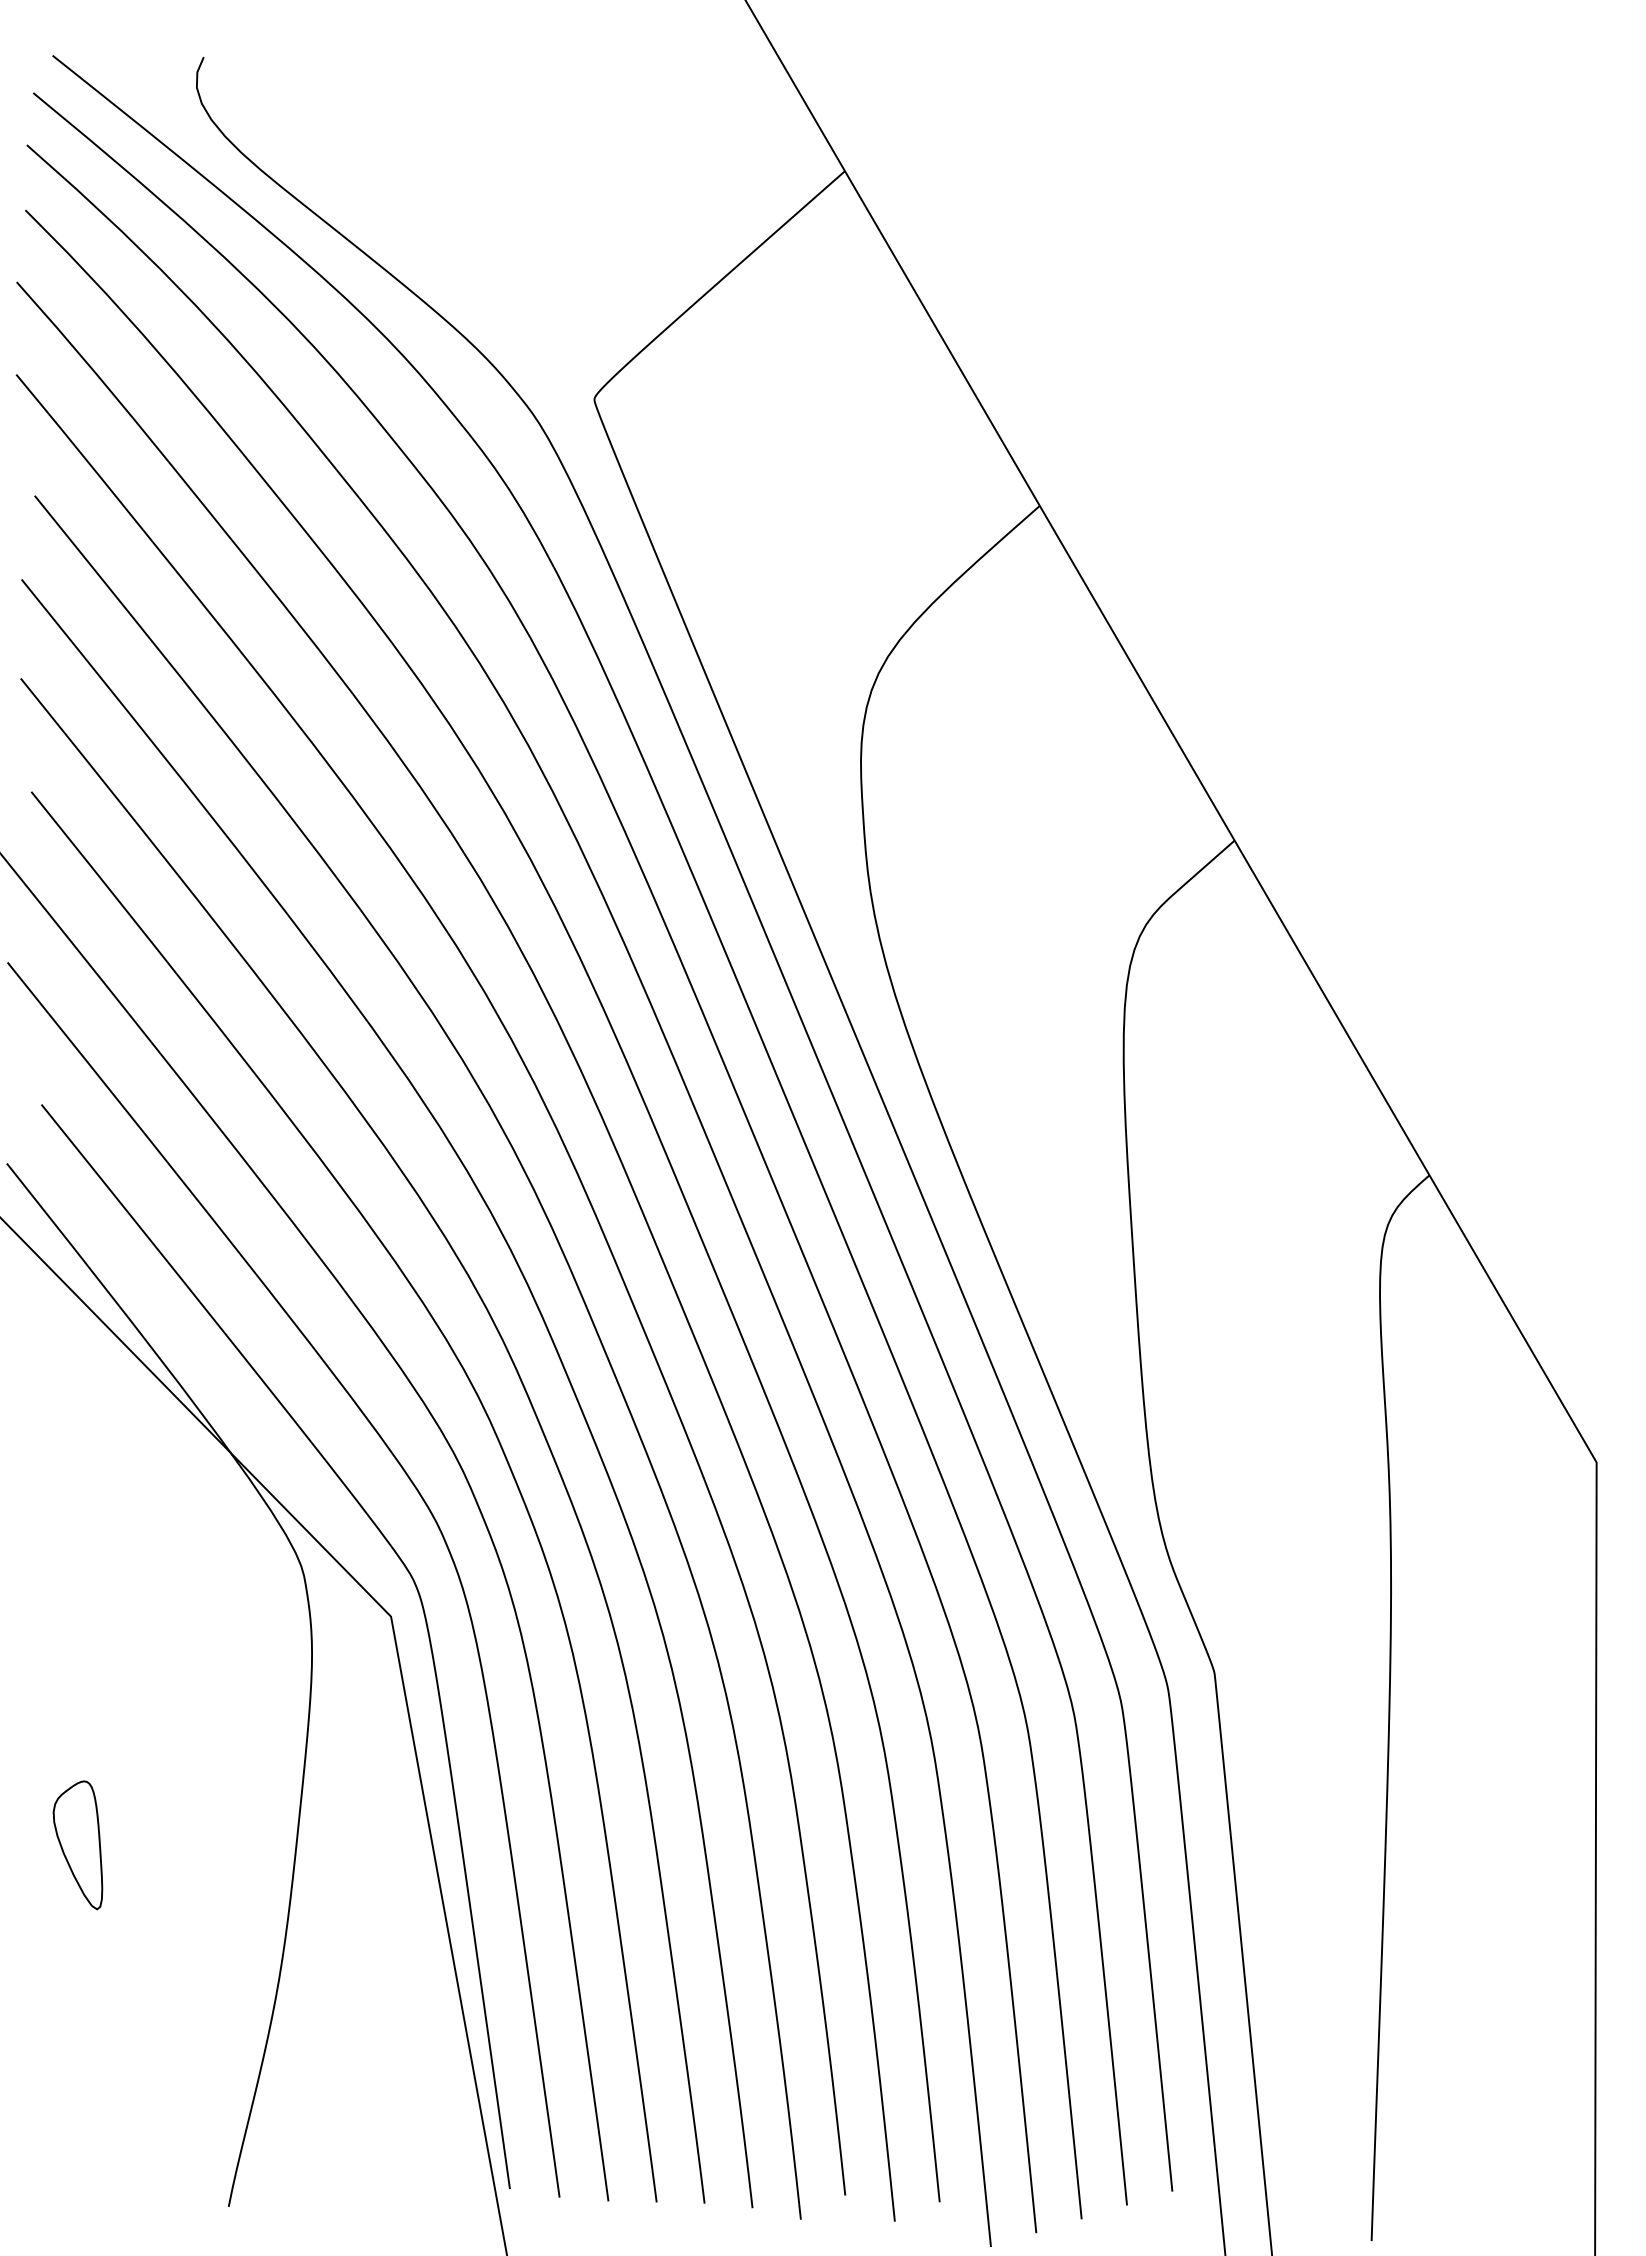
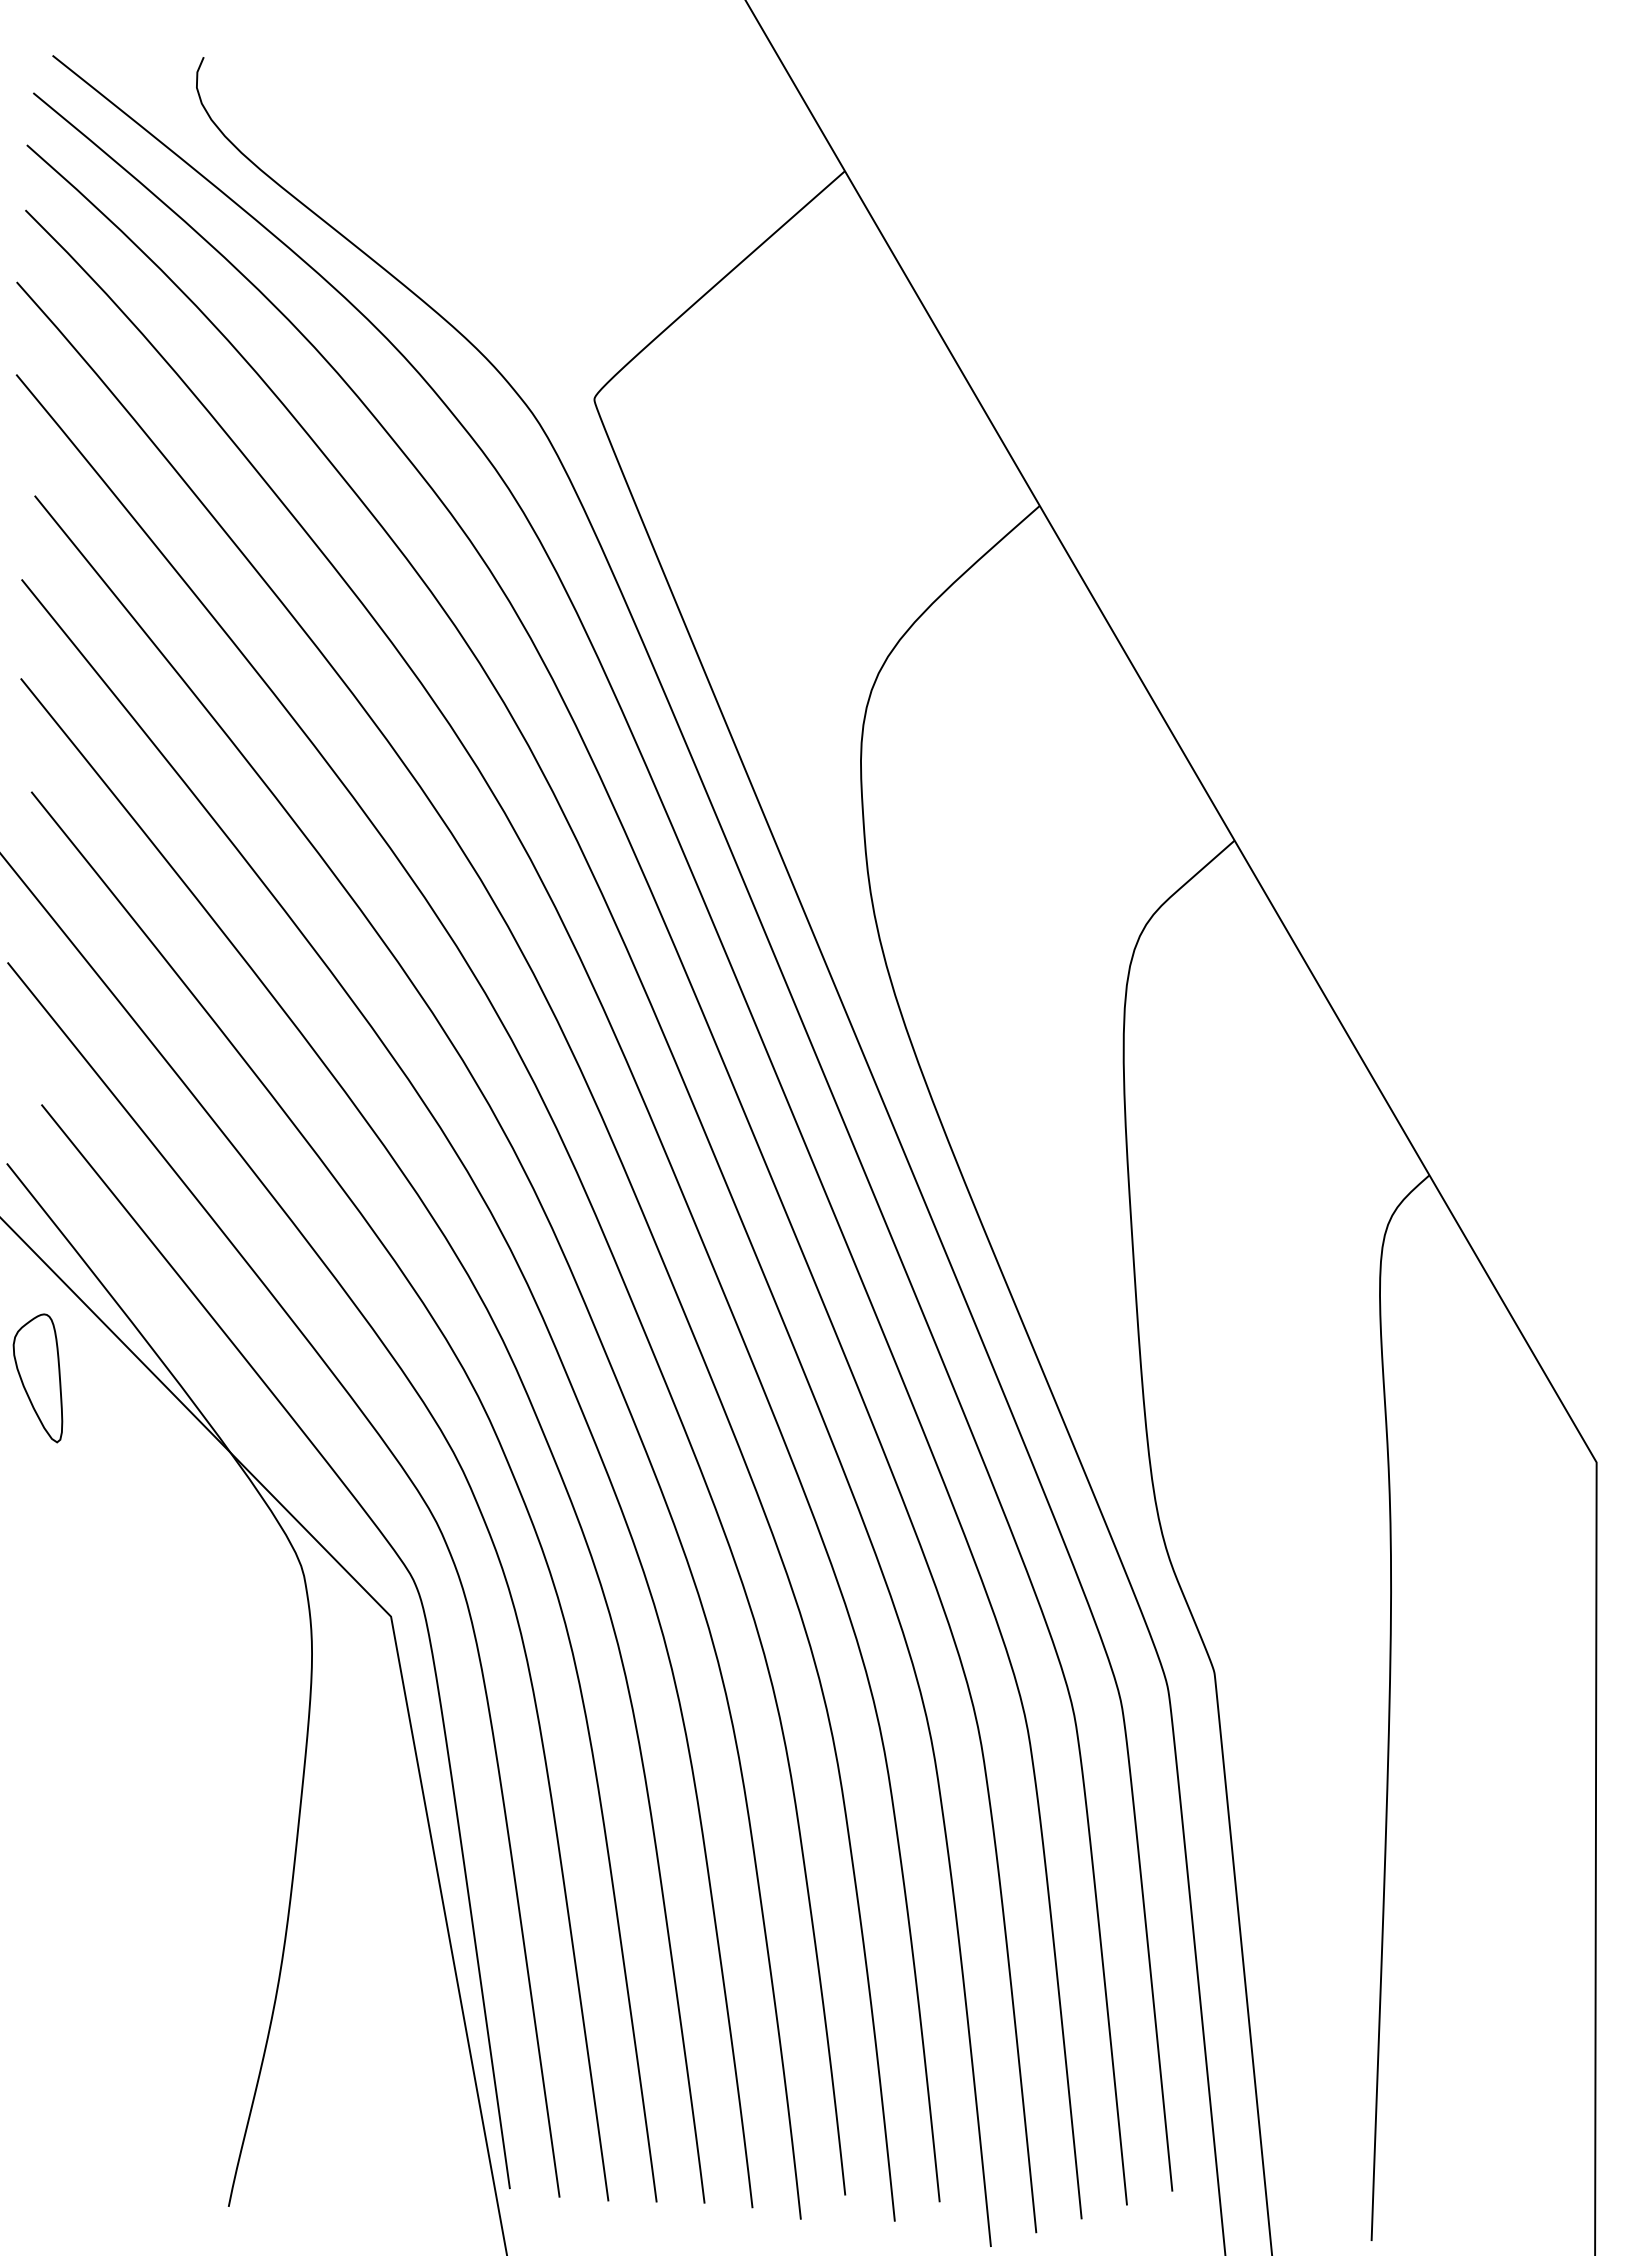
part at (77, 1845) position: (77, 1845) -> (37, 1378)
